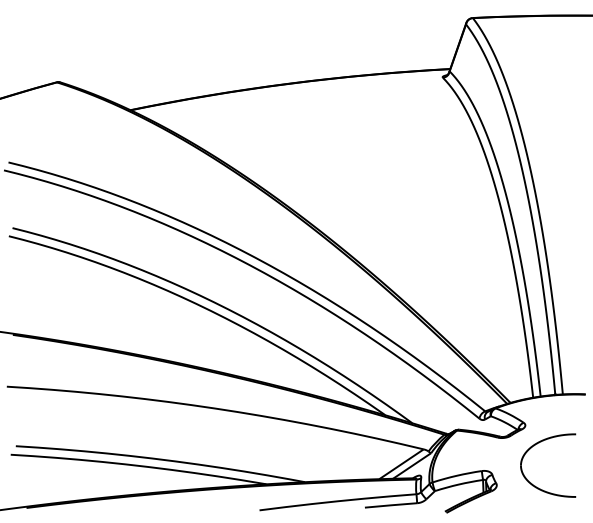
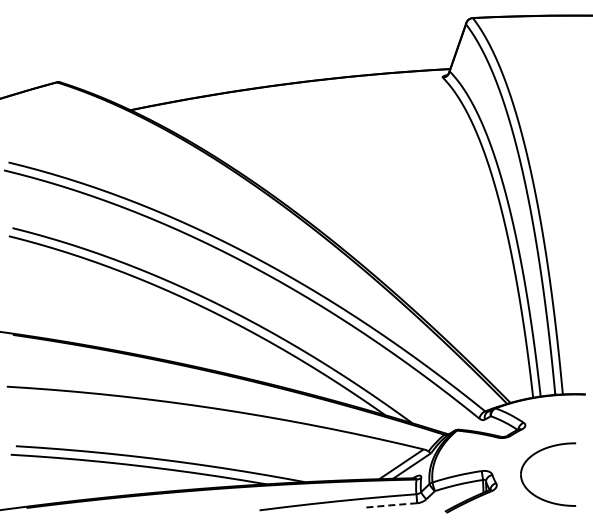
part at (534, 446) position: (534, 446) -> (534, 455)
line at (391, 505): solid -> dashed
